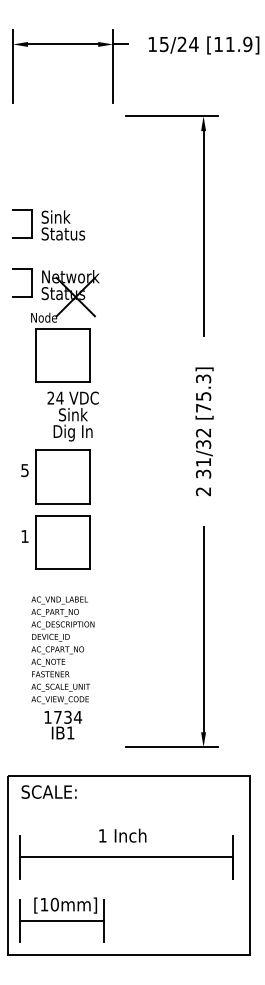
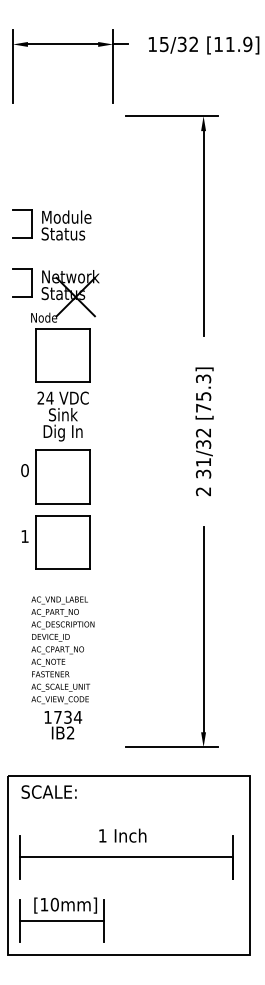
text at (187, 44): 15/24 -> 15/32
text at (66, 216): Sink -> Module
text at (72, 416) position: (72, 416) -> (62, 416)
text at (24, 470): 5 -> 0
text at (70, 732): IB1 -> IB2
